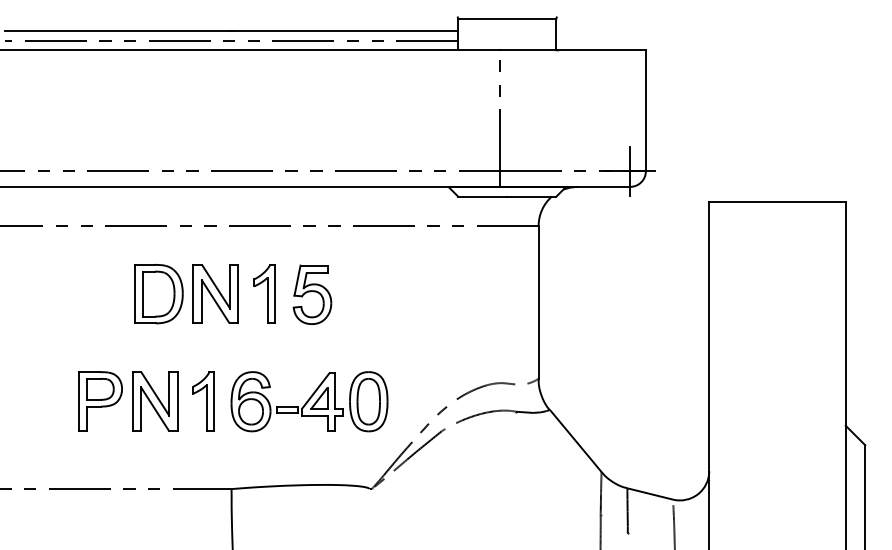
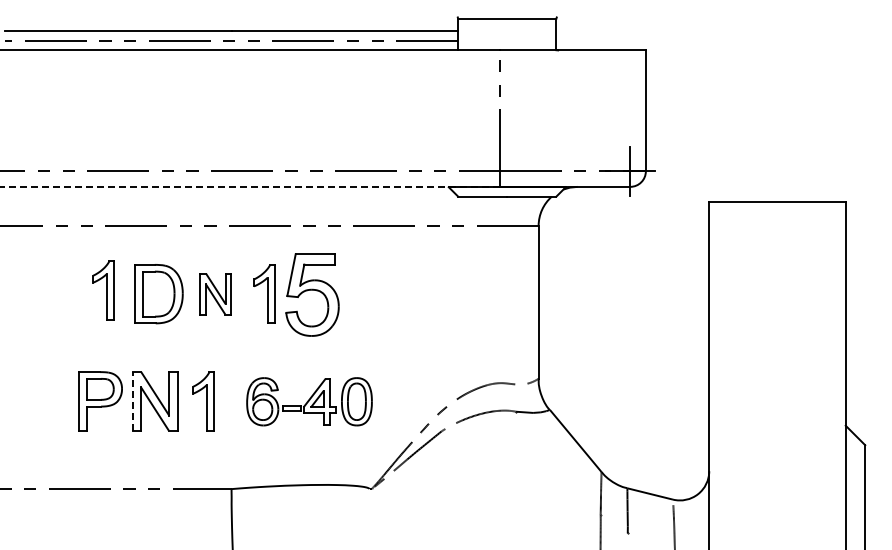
line at (250, 186): solid -> dashed
part at (103, 290): none -> present
part at (215, 293) size: 47x60 px -> 33x43 px
part at (312, 294) size: 41x61 px -> 55x84 px
line at (132, 400): solid -> dashed
part at (309, 401) size: 159x62 px -> 127x50 px
